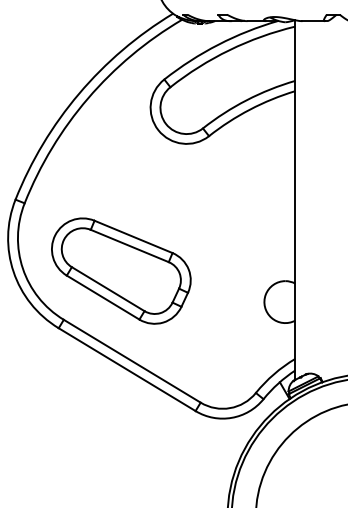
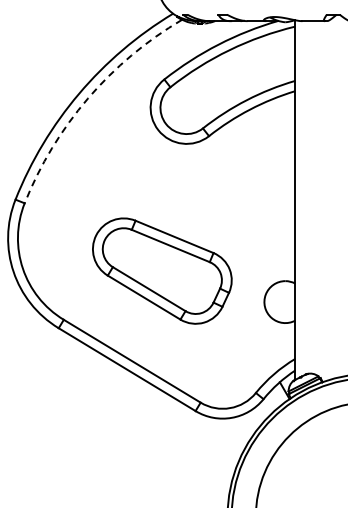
arc at (88, 98): solid -> dashed
part at (121, 270) position: (121, 270) -> (162, 270)
